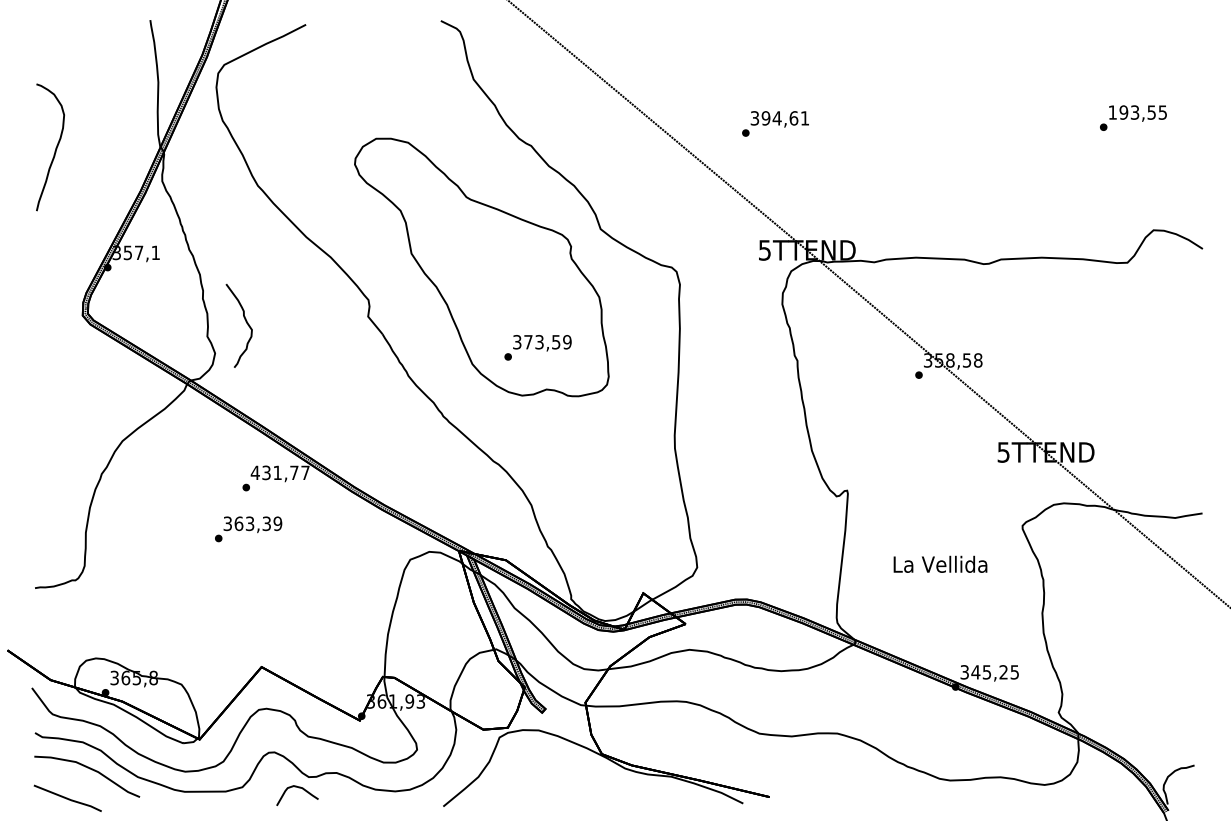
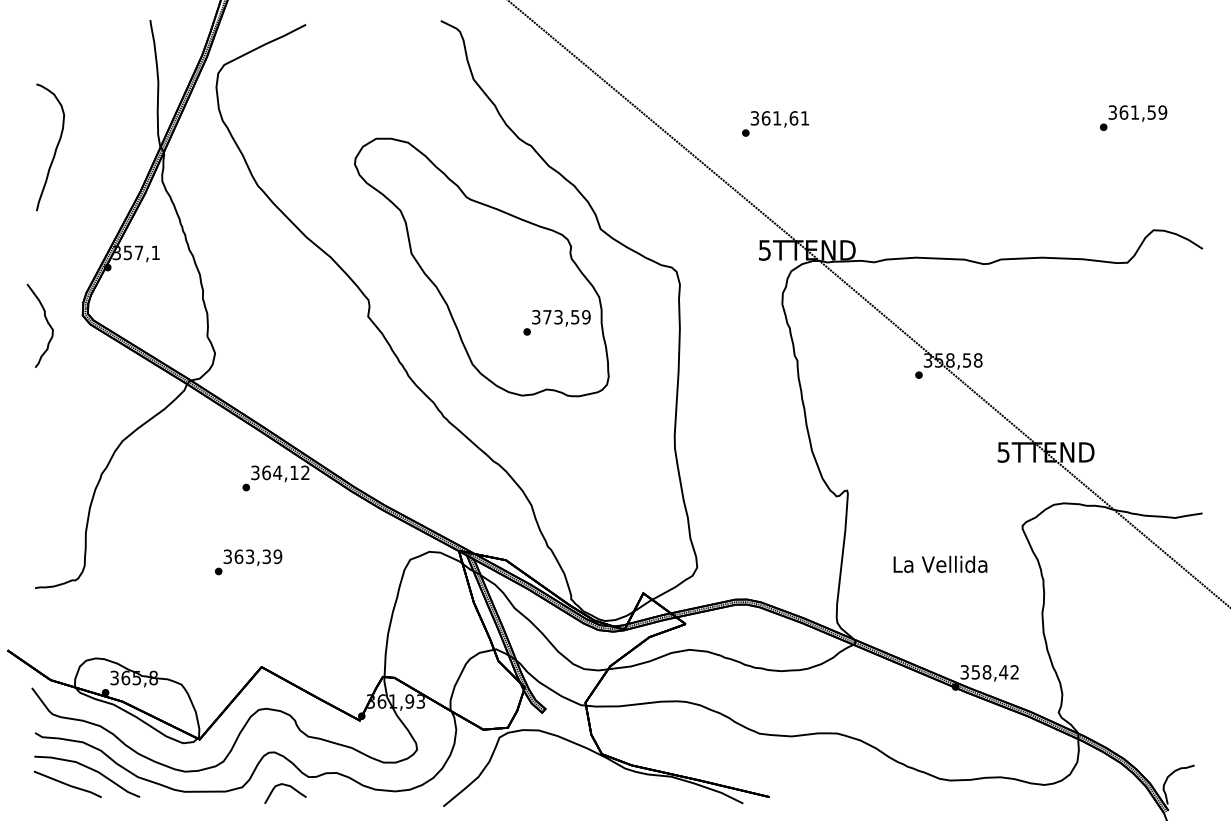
text at (1137, 112): 193,55 -> 361,59
text at (771, 118): 394,61 -> 361,61
curve at (245, 321) position: (245, 321) -> (46, 321)
text at (537, 347) position: (537, 347) -> (556, 322)
text at (279, 472): 431,77 -> 364,12
text at (248, 529) position: (248, 529) -> (248, 562)
text at (994, 672): 345,25 -> 358,42
curve at (298, 788) position: (298, 788) -> (286, 786)
line at (67, 797) position: (67, 797) -> (67, 783)
